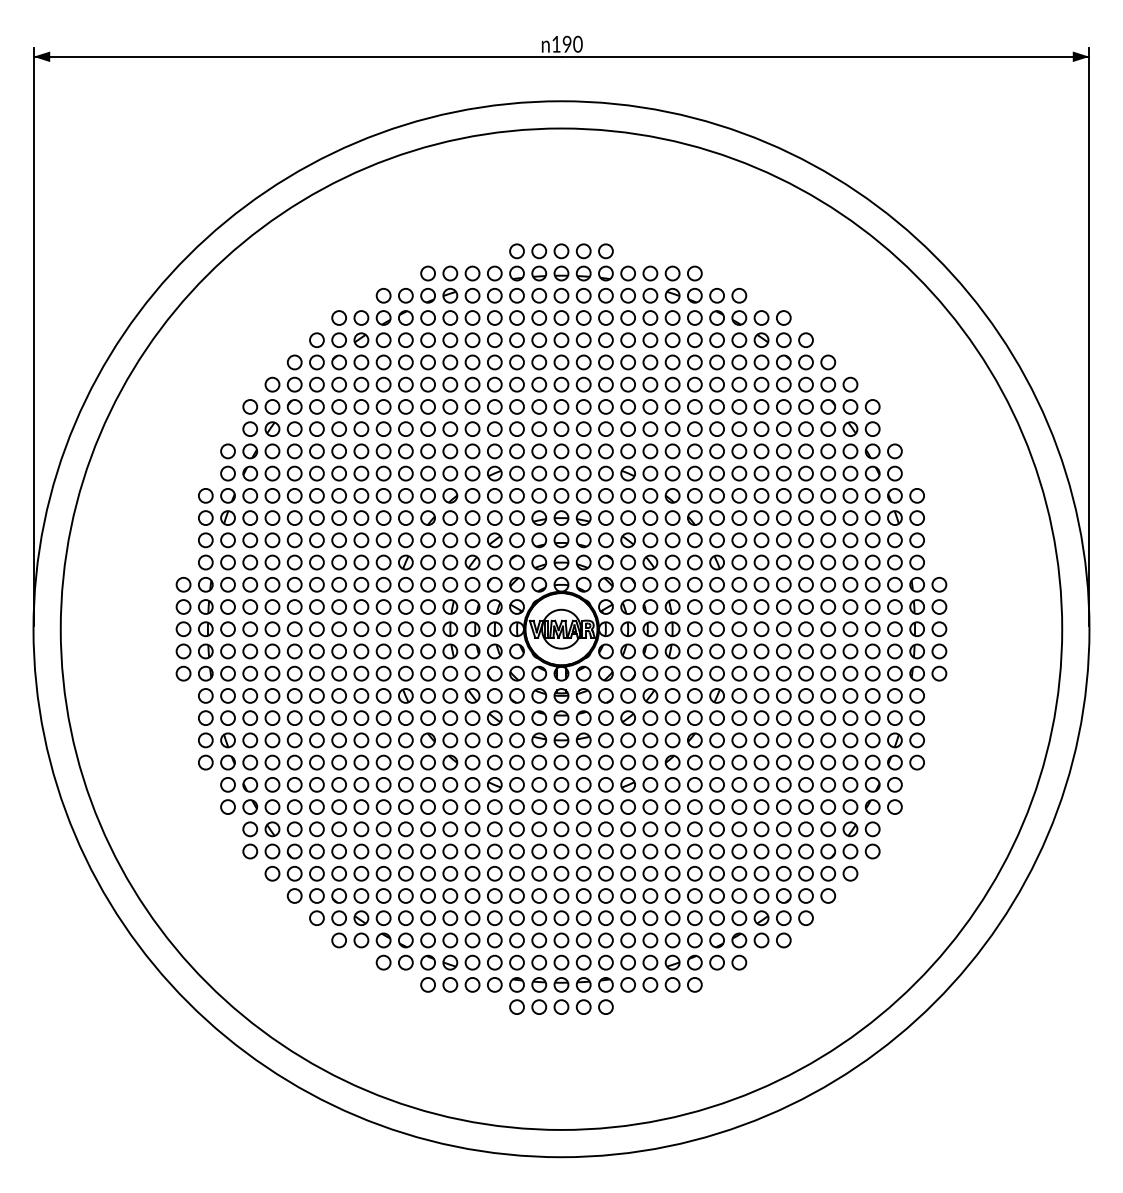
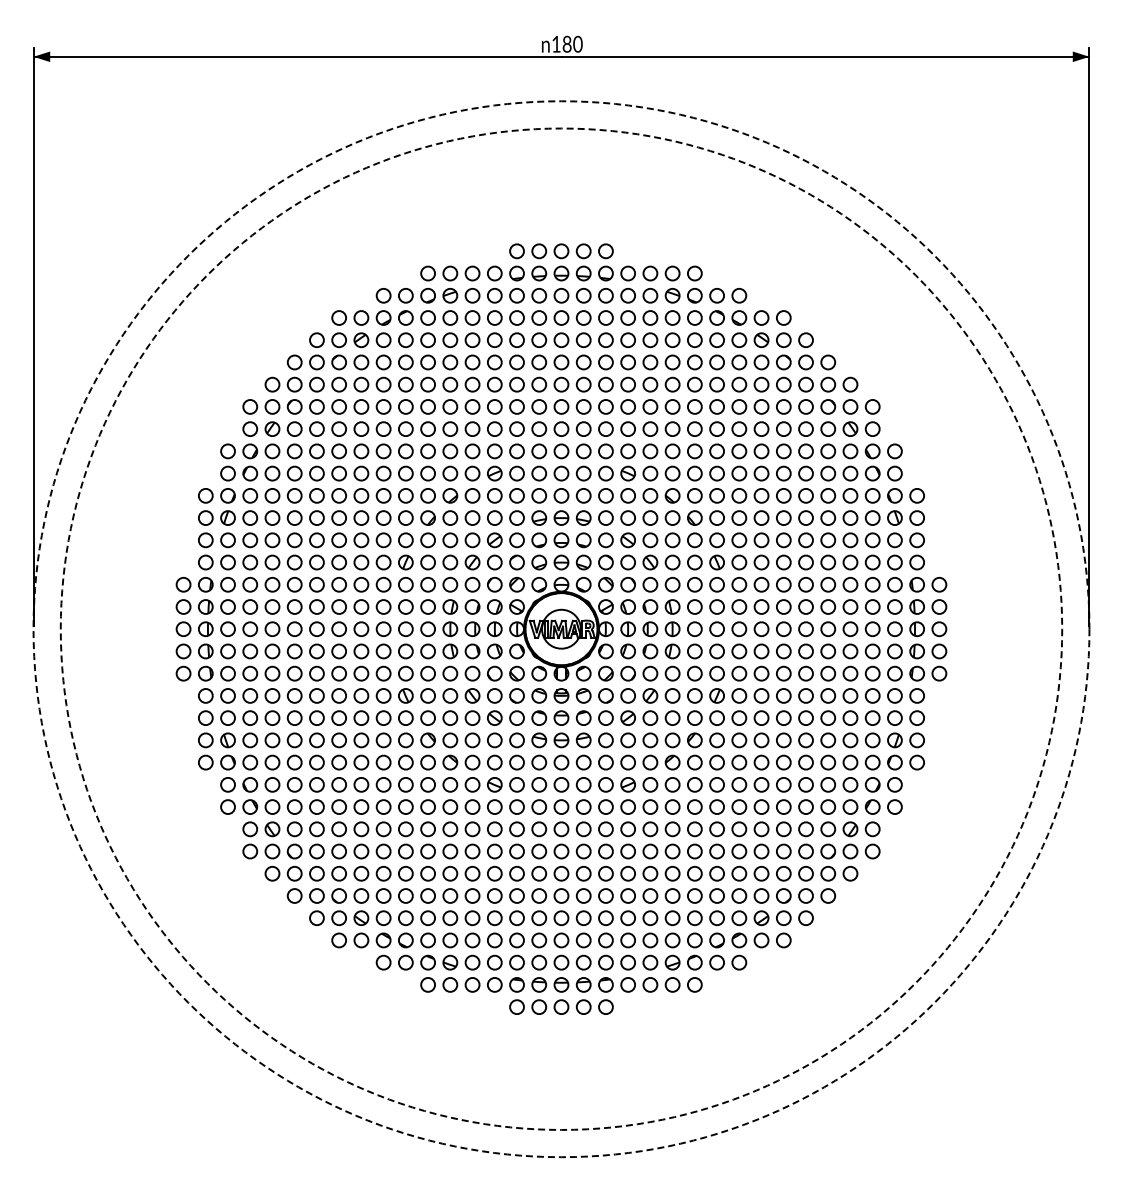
text at (566, 44): 190 -> 180
circle at (561, 628): solid -> dashed
circle at (561, 629): solid -> dashed
